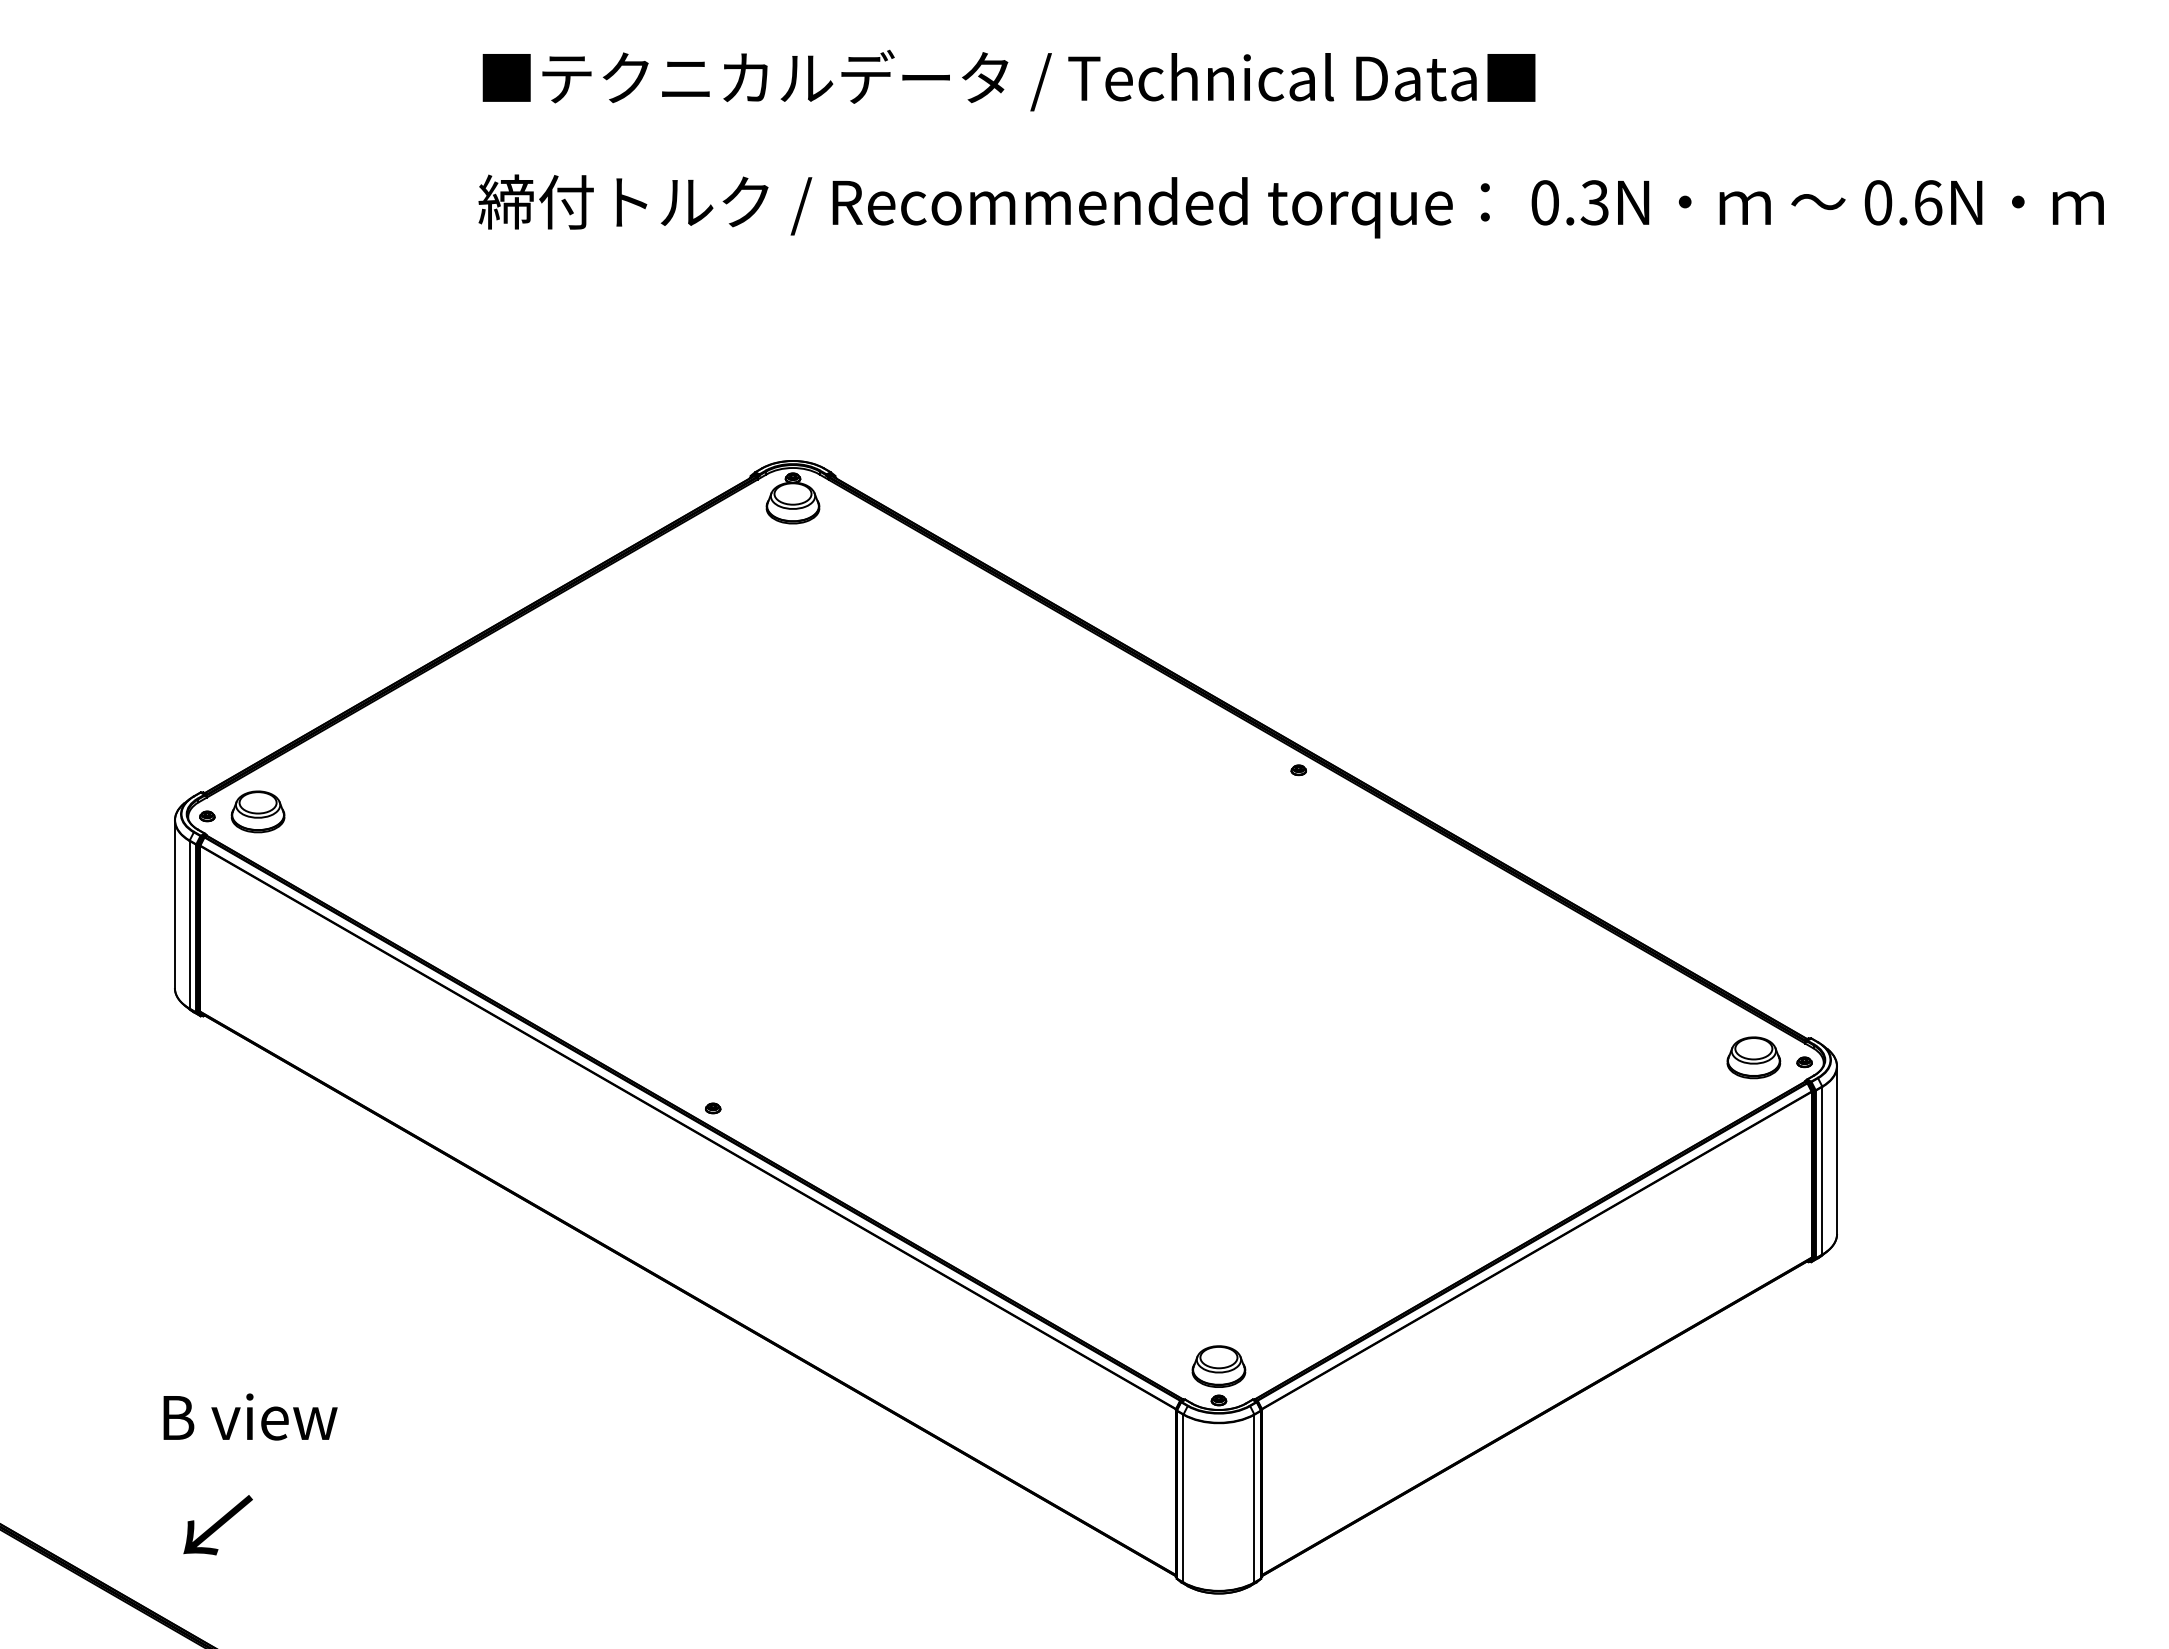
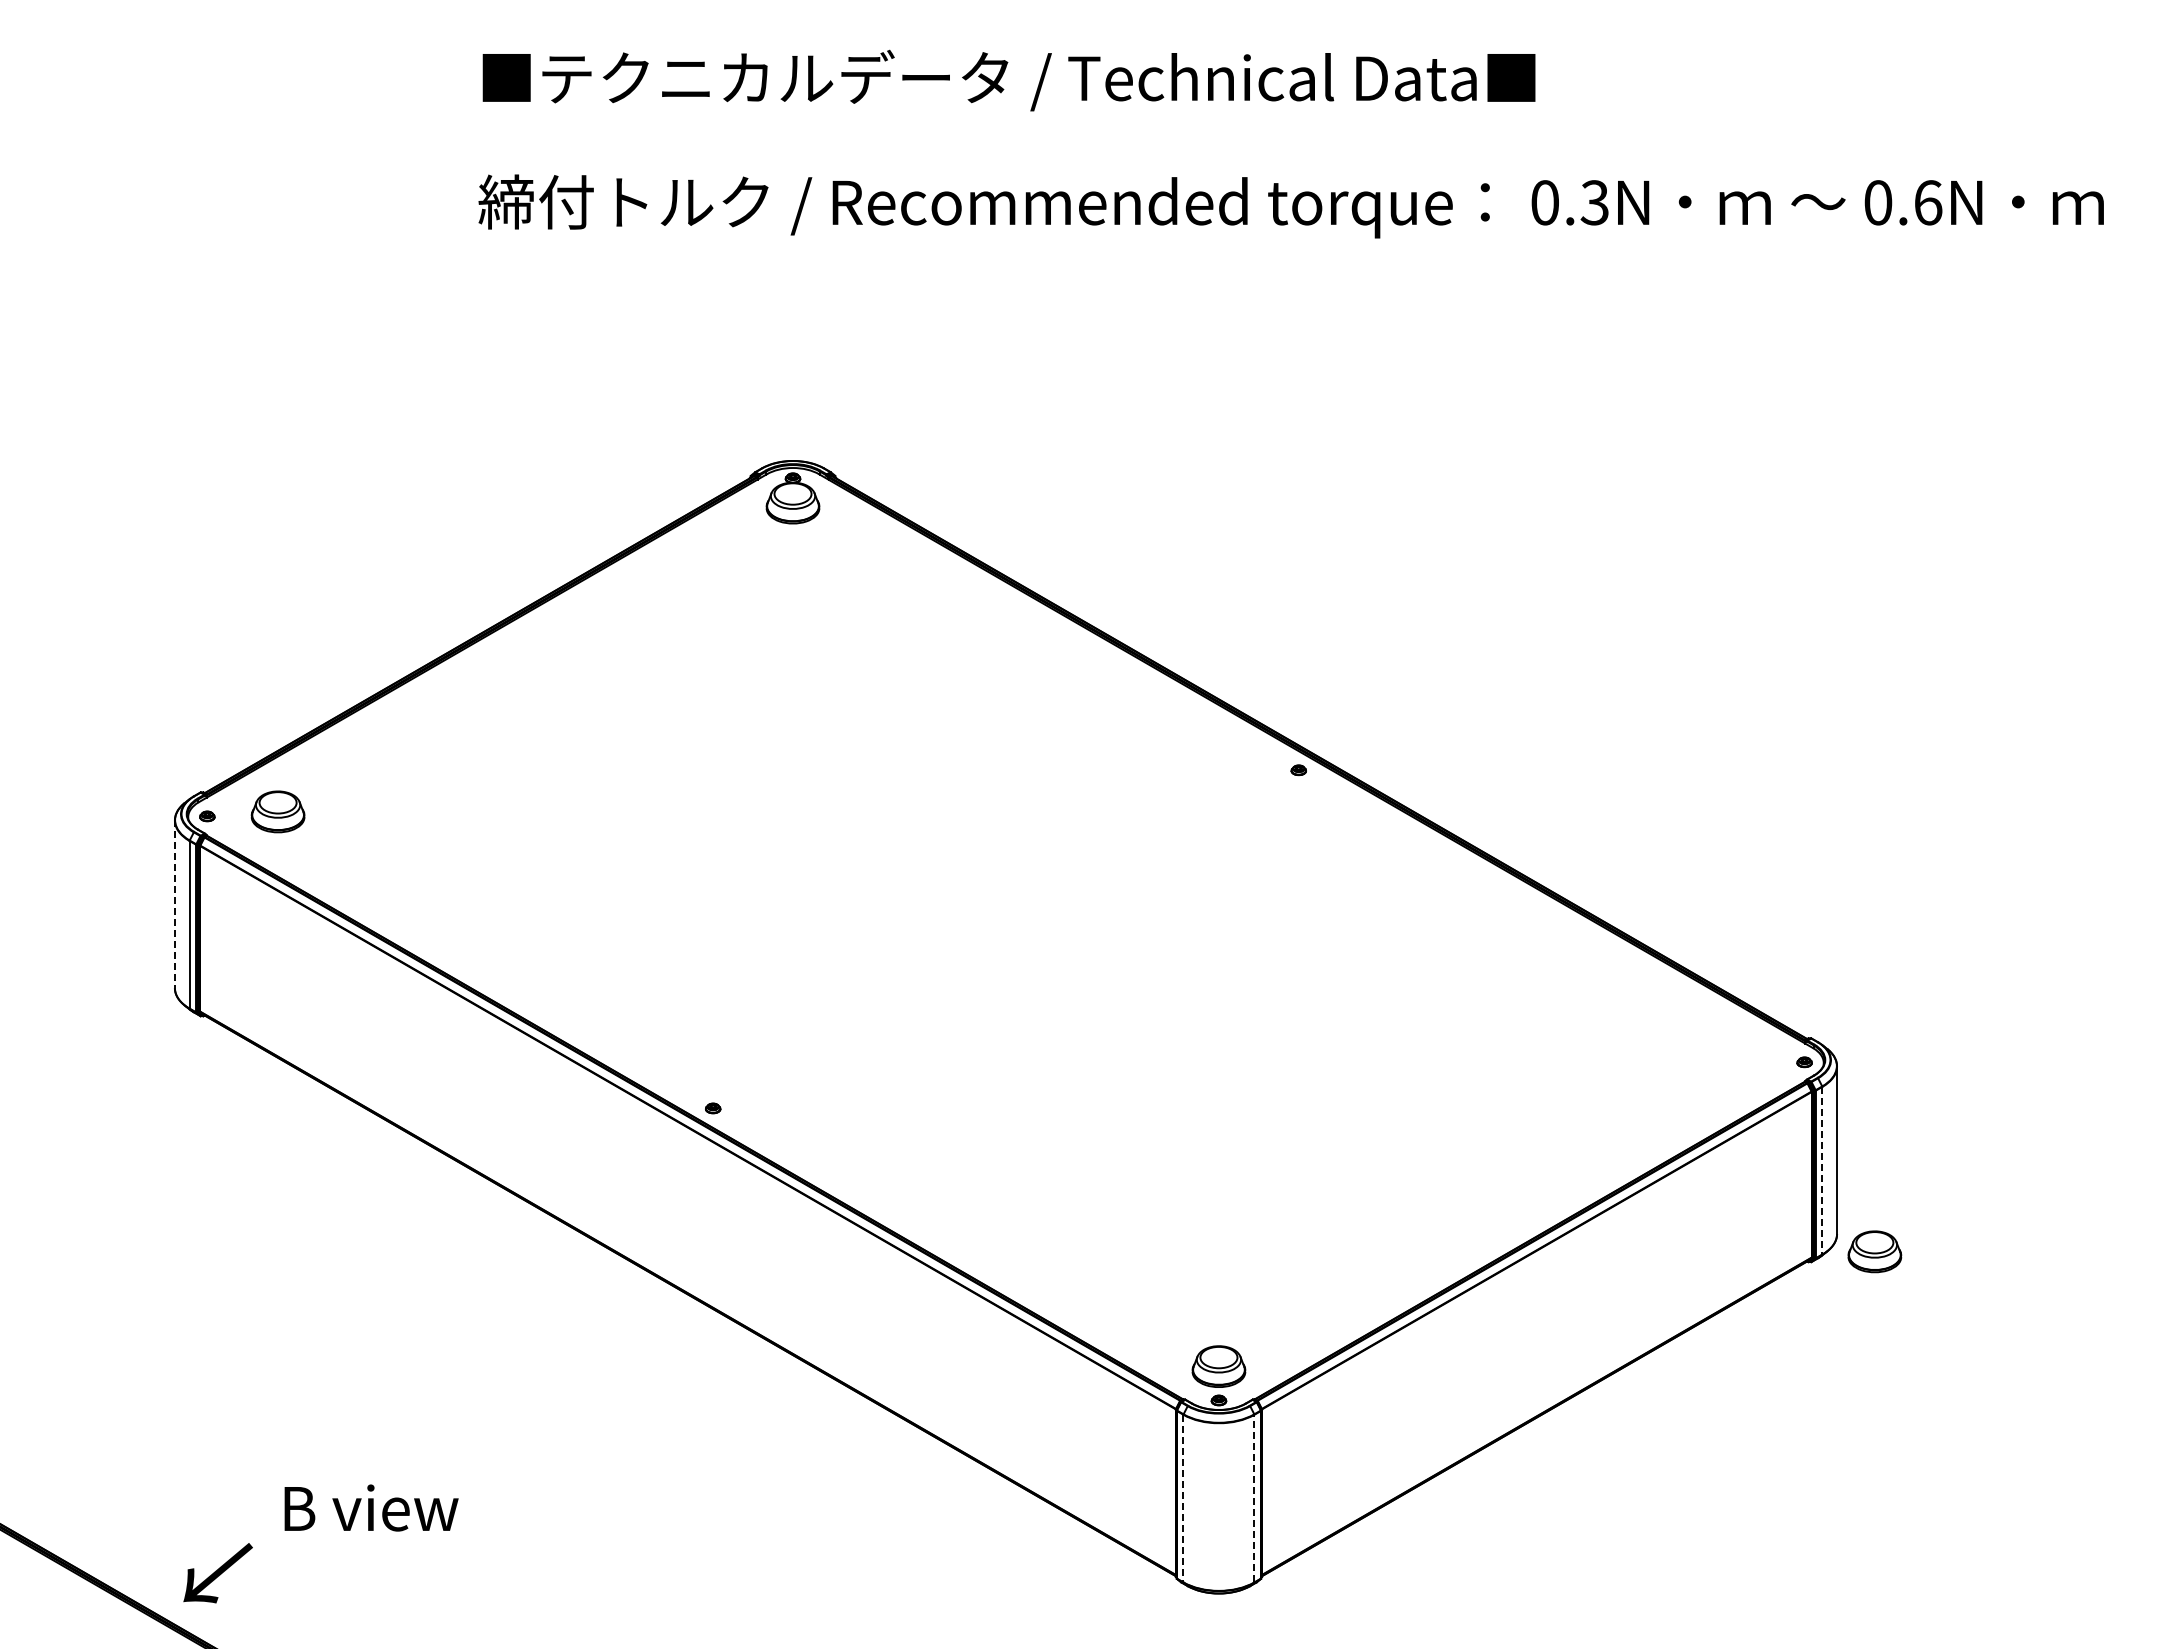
part at (257, 811) position: (257, 811) -> (277, 811)
line at (174, 904): solid -> dashed
part at (1753, 1057) position: (1753, 1057) -> (1874, 1251)
line at (1822, 1170): solid -> dashed
text at (250, 1416) position: (250, 1416) -> (371, 1507)
line at (1183, 1498): solid -> dashed
line at (1254, 1498): solid -> dashed
text at (217, 1525) position: (217, 1525) -> (217, 1573)
